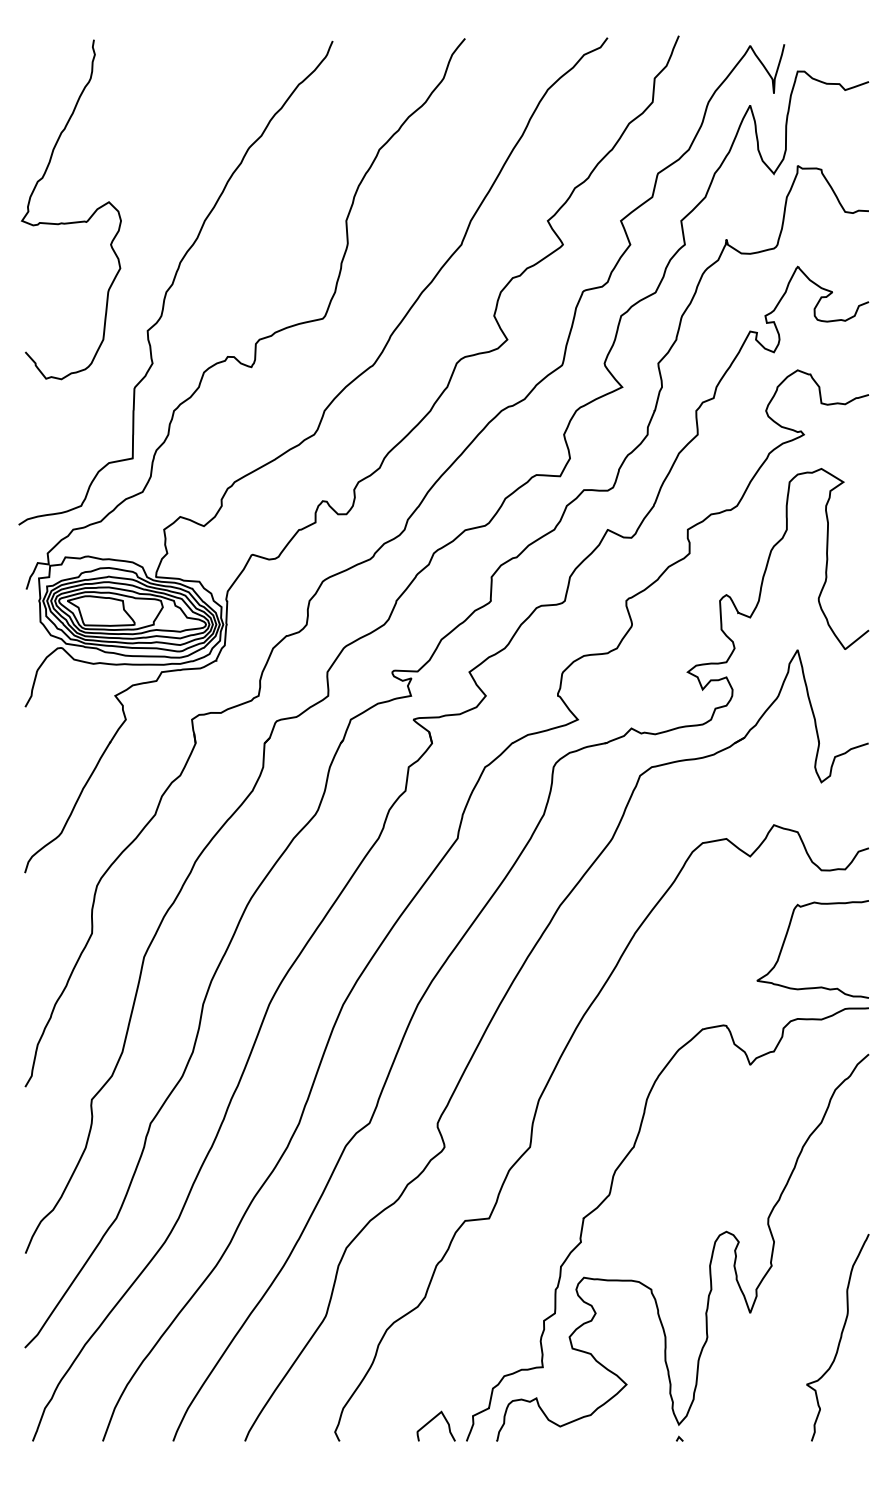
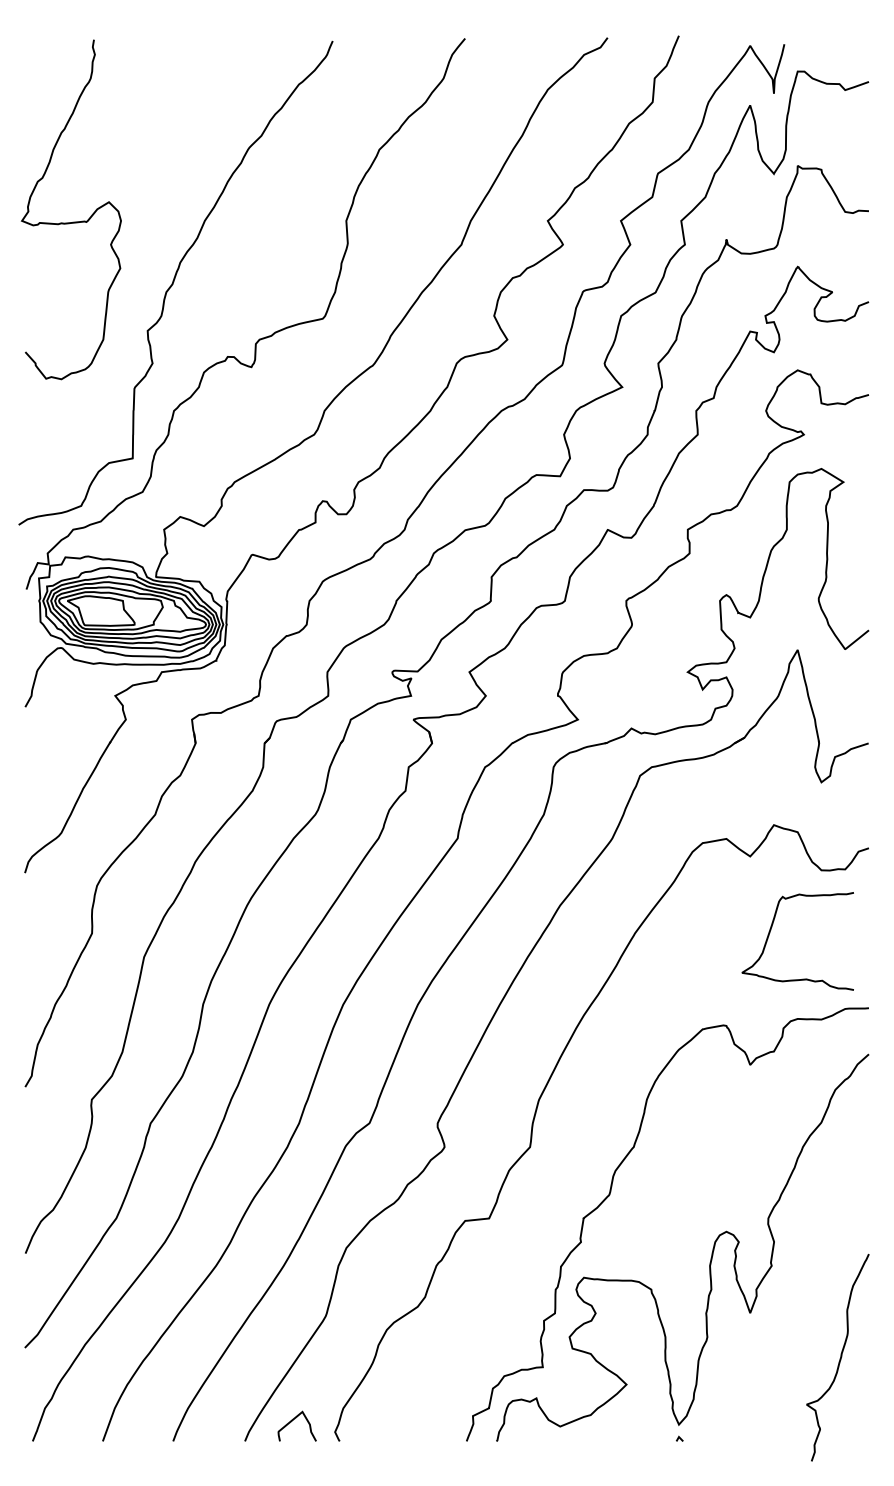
curve at (785, 941) position: (785, 941) -> (770, 933)
curve at (839, 1338) position: (839, 1338) -> (839, 1358)
curve at (431, 1421) position: (431, 1421) -> (292, 1421)
